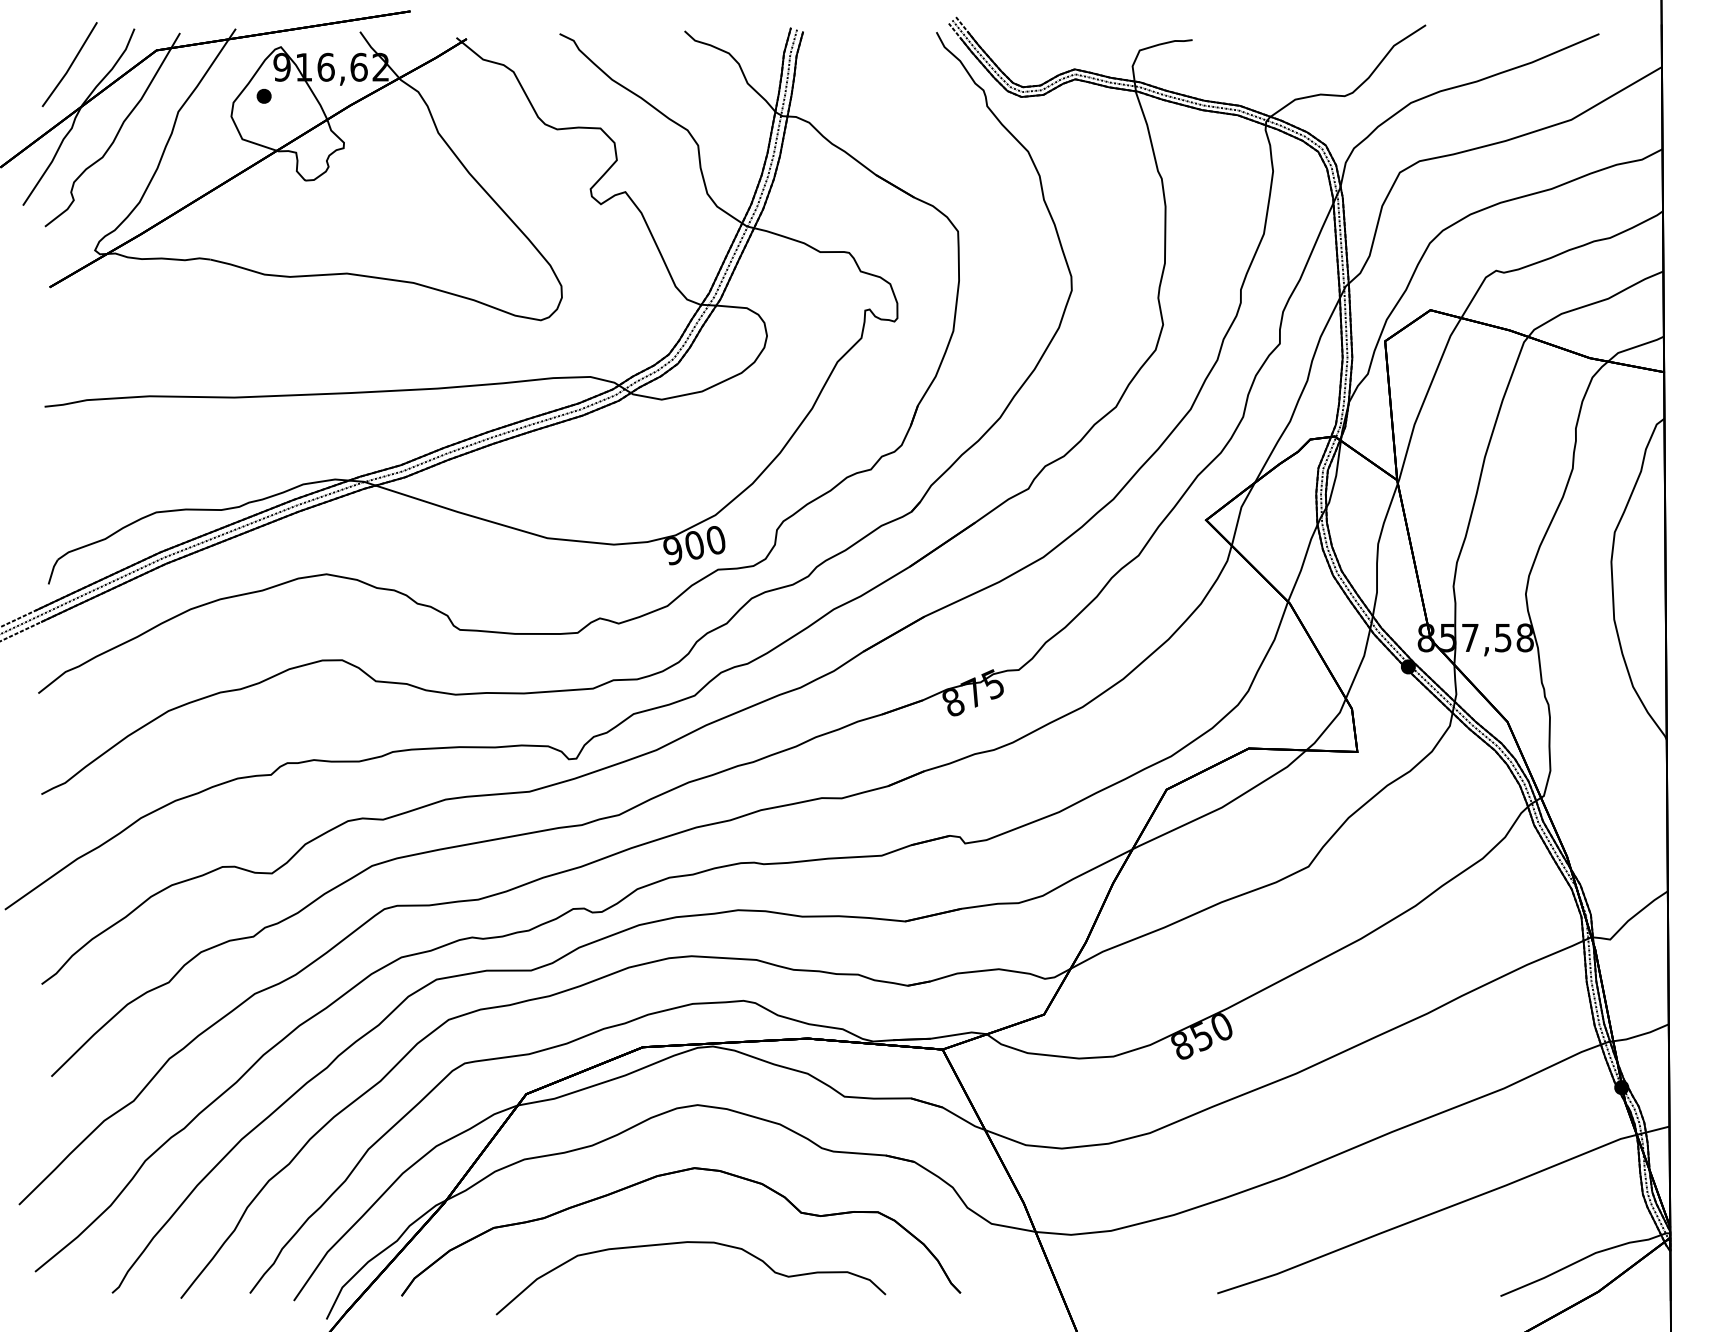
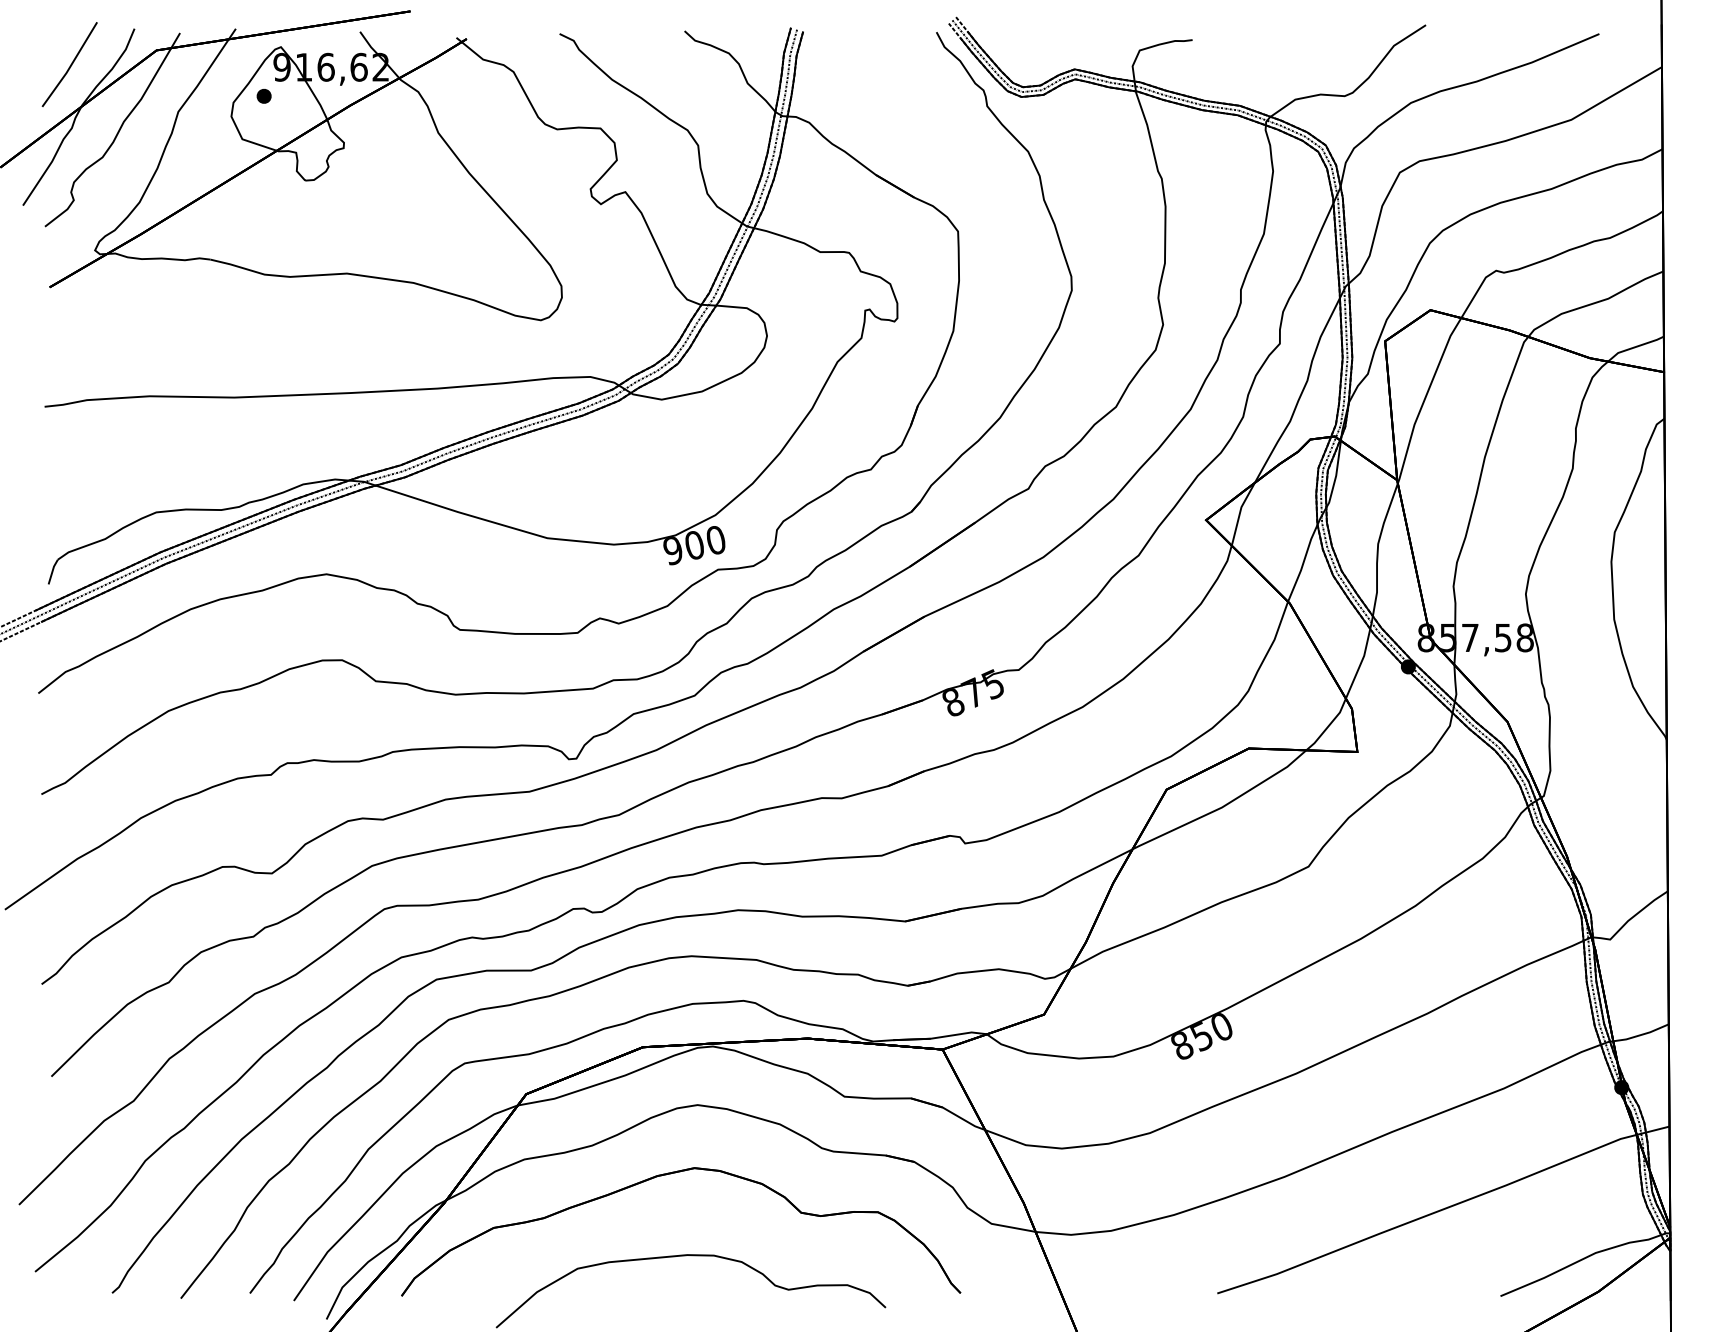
part at (691, 1243) position: (691, 1243) -> (691, 1256)
